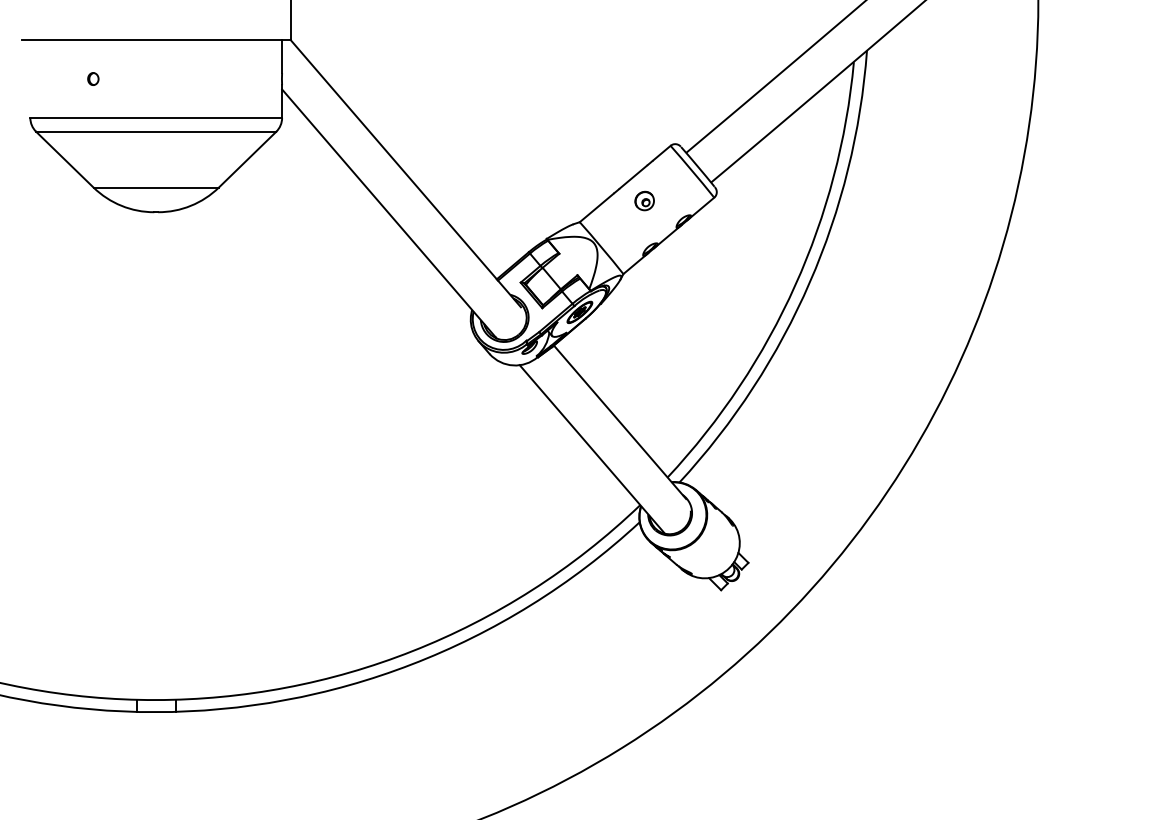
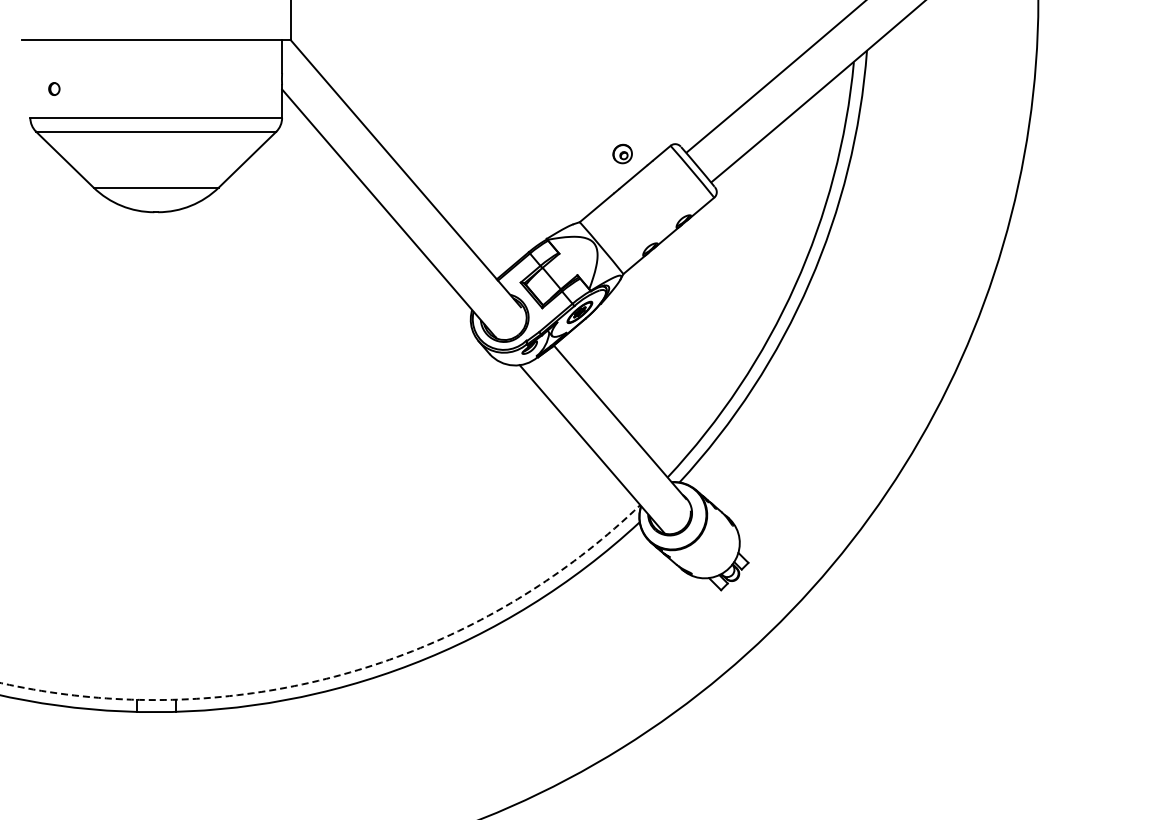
part at (93, 78) position: (93, 78) -> (54, 88)
part at (644, 200) position: (644, 200) -> (622, 153)
arc at (340, 675): solid -> dashed
